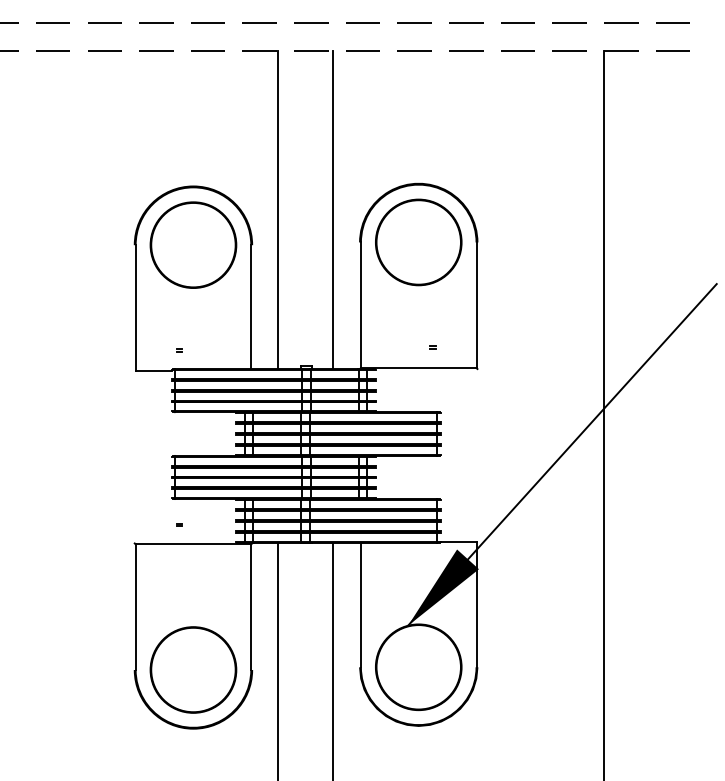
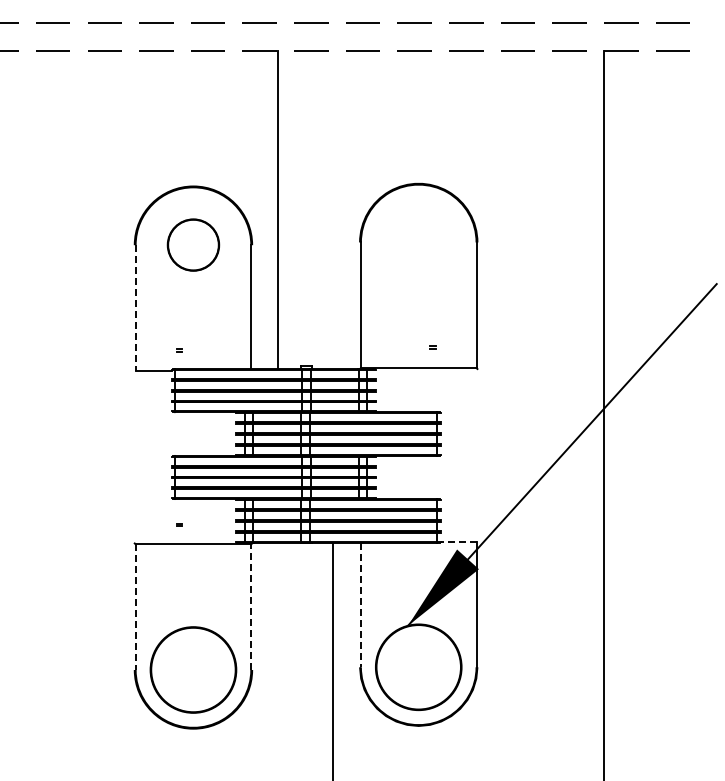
line at (332, 209): present -> none
part at (418, 242): present -> none
part at (193, 244) size: 89x88 px -> 55x54 px
line at (135, 308): solid -> dashed
line at (458, 541): solid -> dashed
line at (360, 605): solid -> dashed
line at (135, 607): solid -> dashed
line at (251, 607): solid -> dashed
line at (278, 659): present -> none
